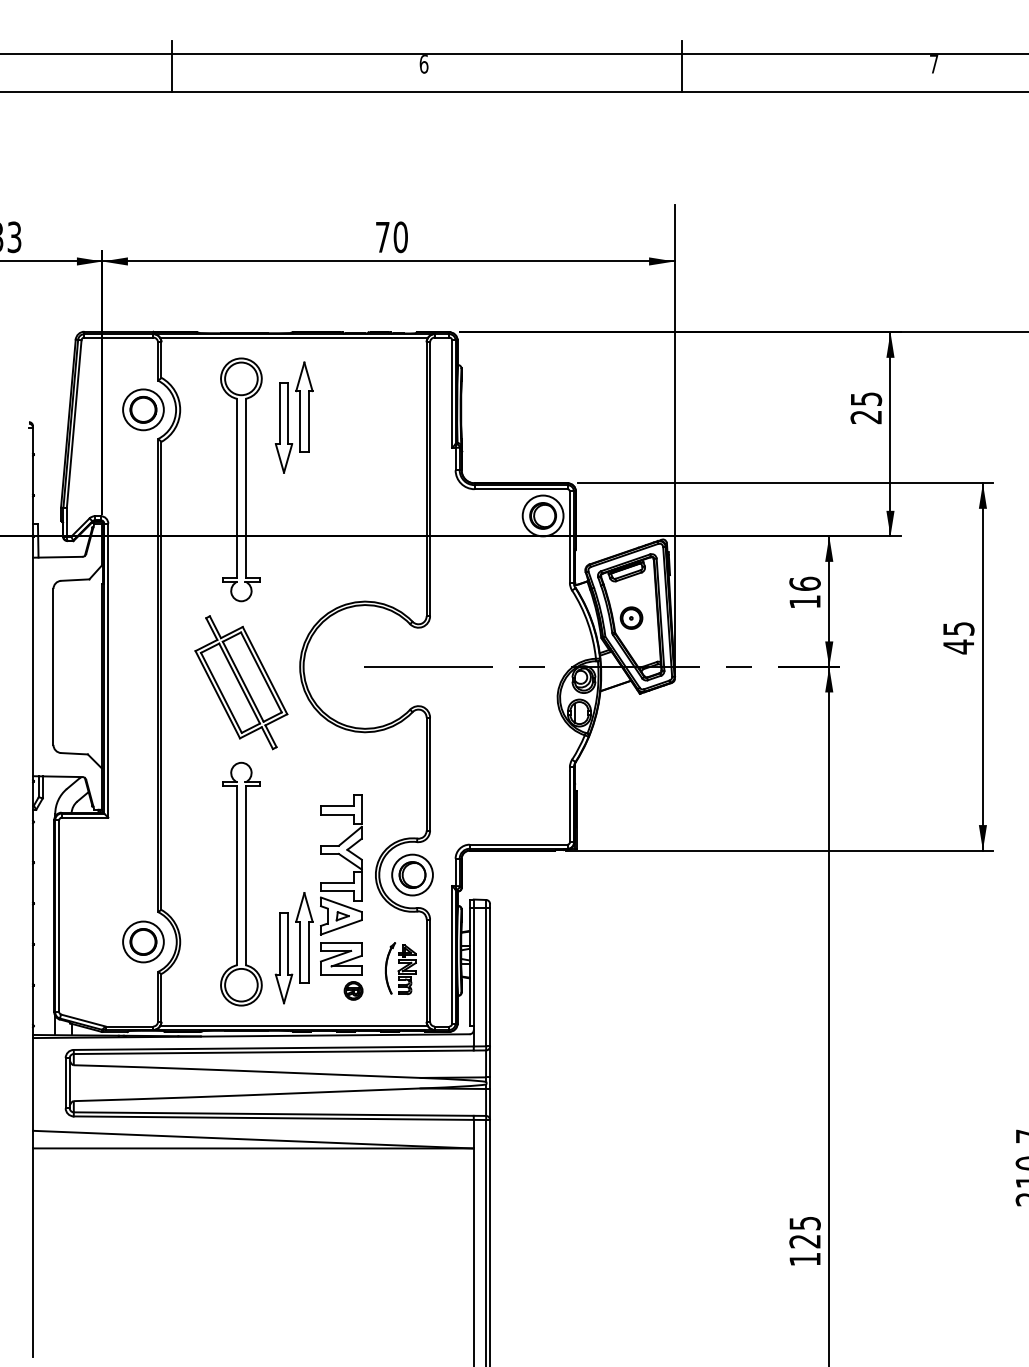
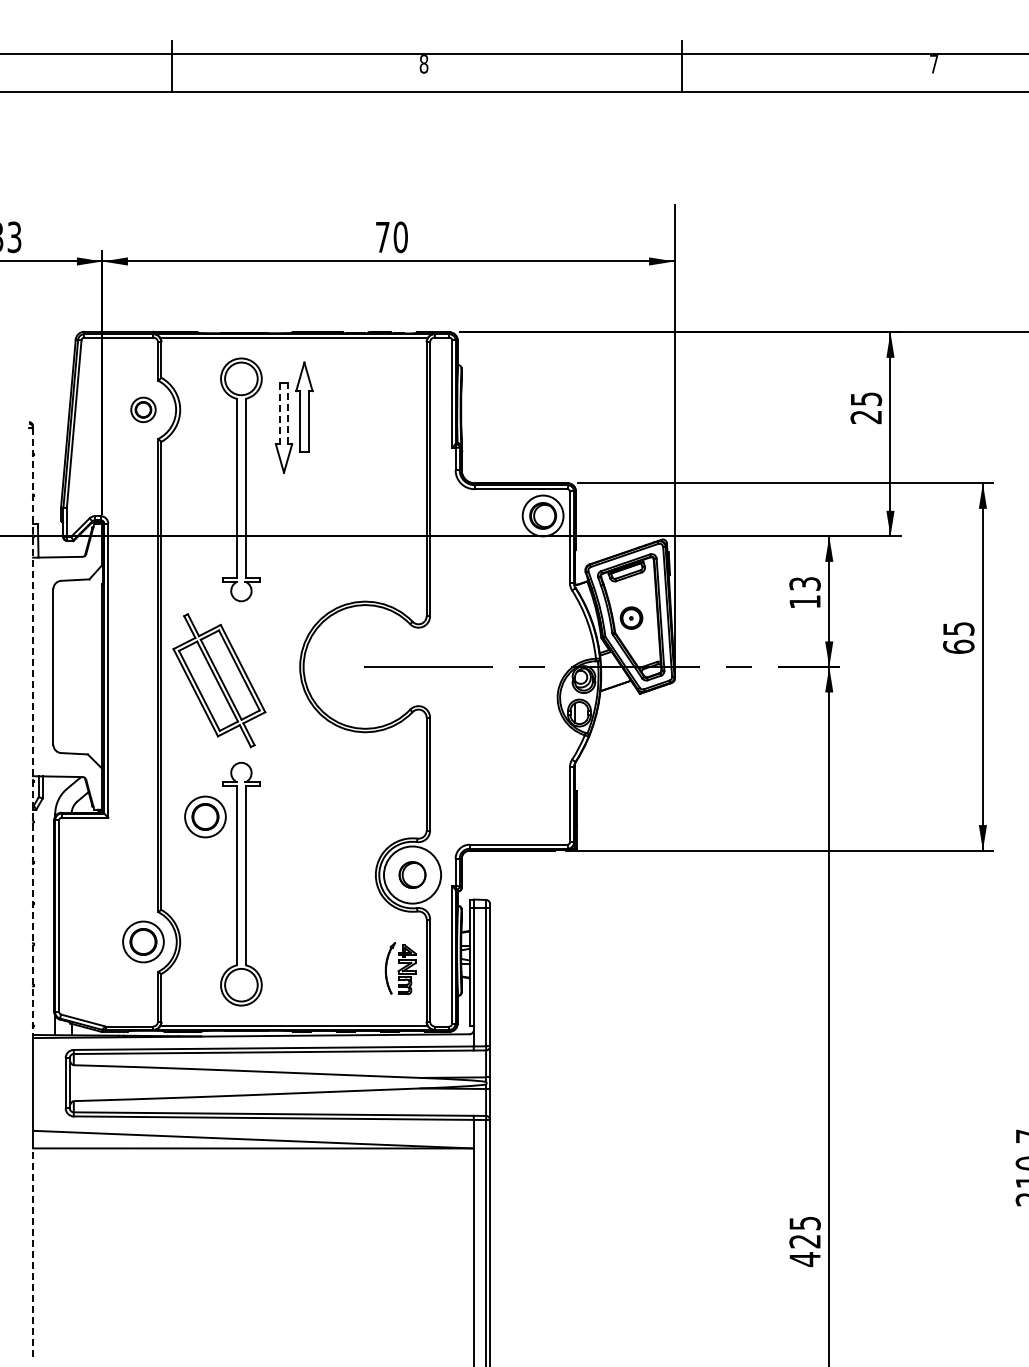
text at (423, 64): 6 -> 8
part at (143, 409) size: 43x44 px -> 27x27 px
line at (279, 413): solid -> dashed
line at (288, 413): solid -> dashed
text at (804, 583): 16 -> 13
text at (958, 646): 45 -> 65
part at (241, 682) position: (241, 682) -> (219, 680)
line at (33, 733): solid -> dashed
part at (205, 816): none -> present
circle at (412, 874) diameter: 41 px -> 57 px
part at (318, 899): present -> none
line at (33, 1252): solid -> dashed
text at (804, 1259): 125 -> 425
